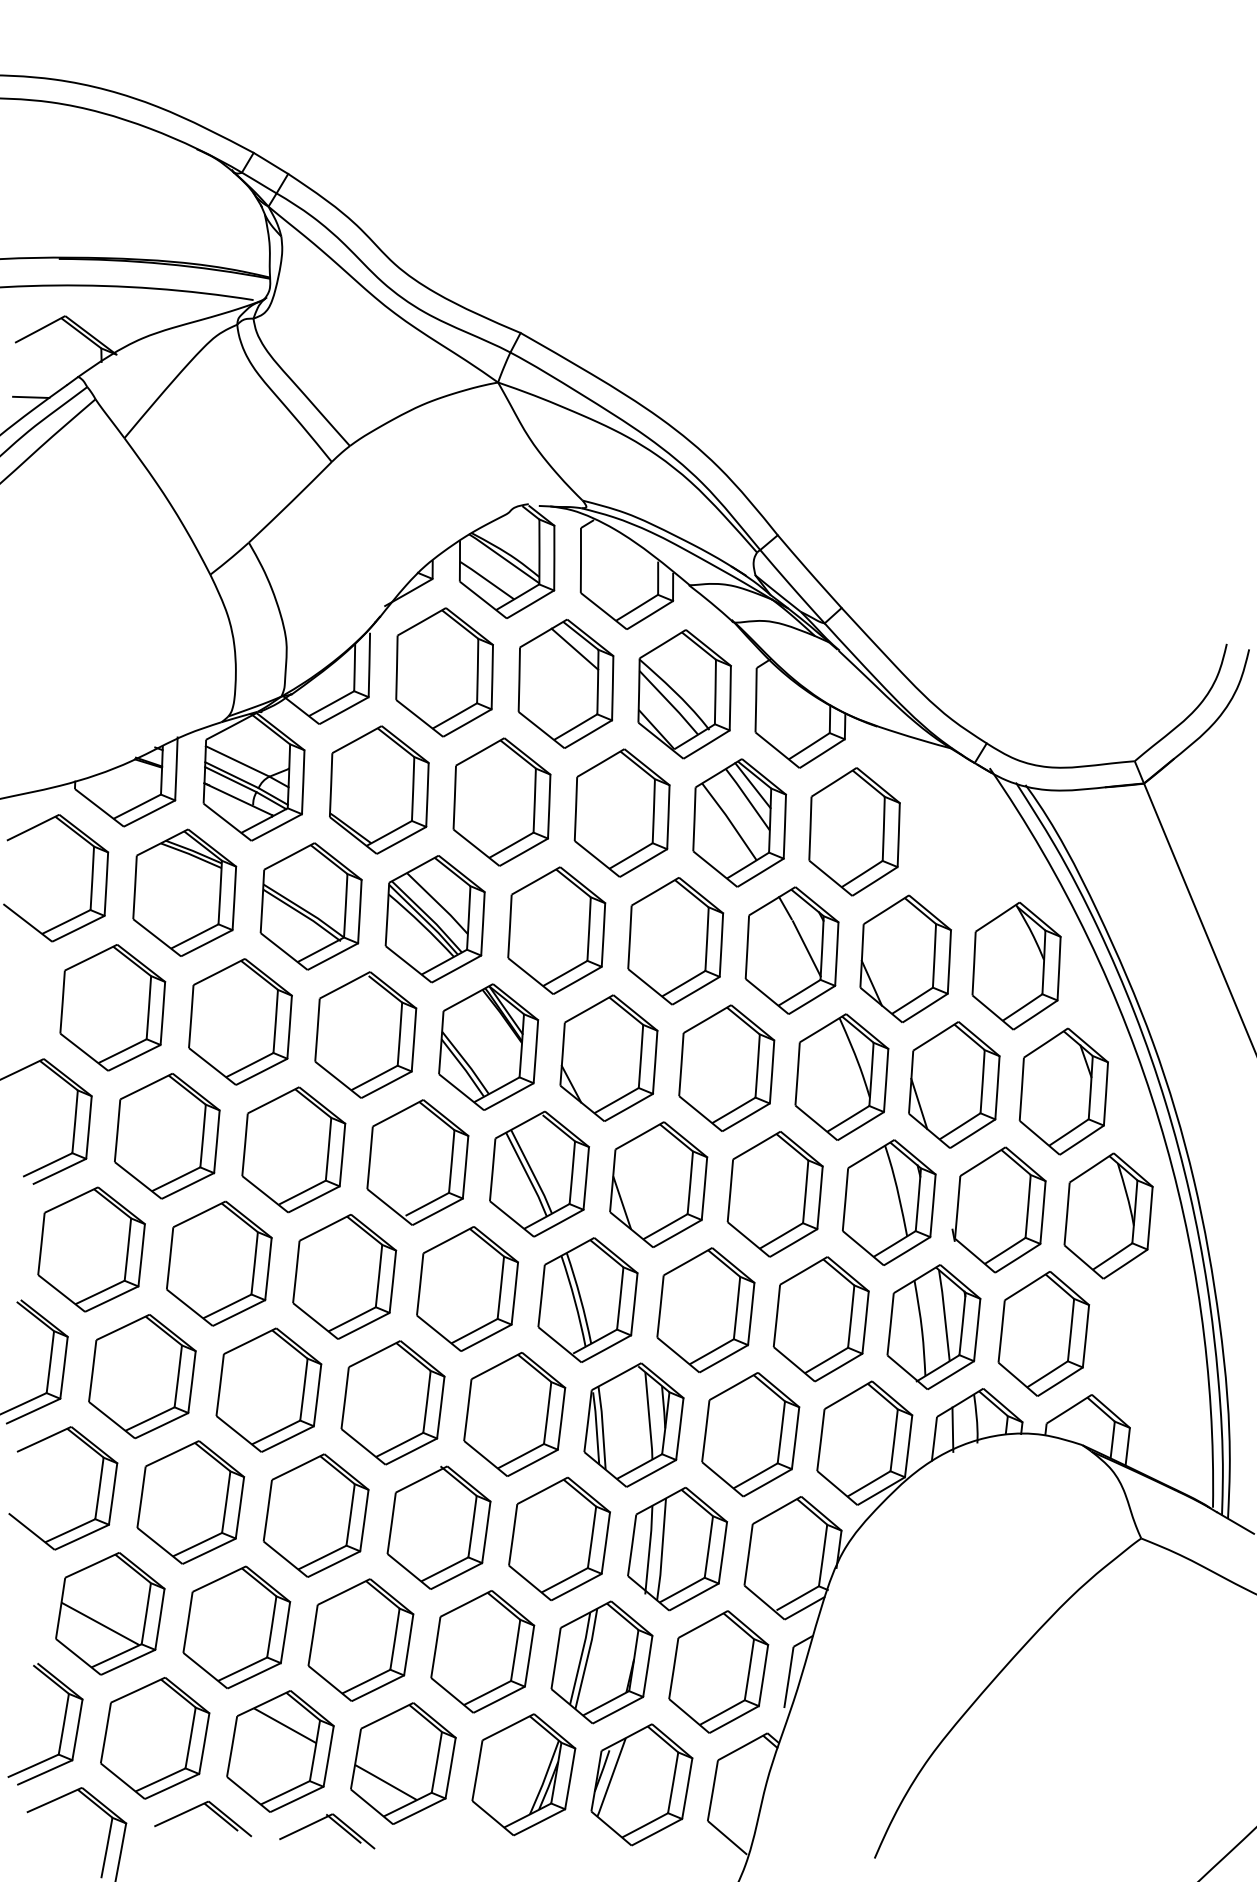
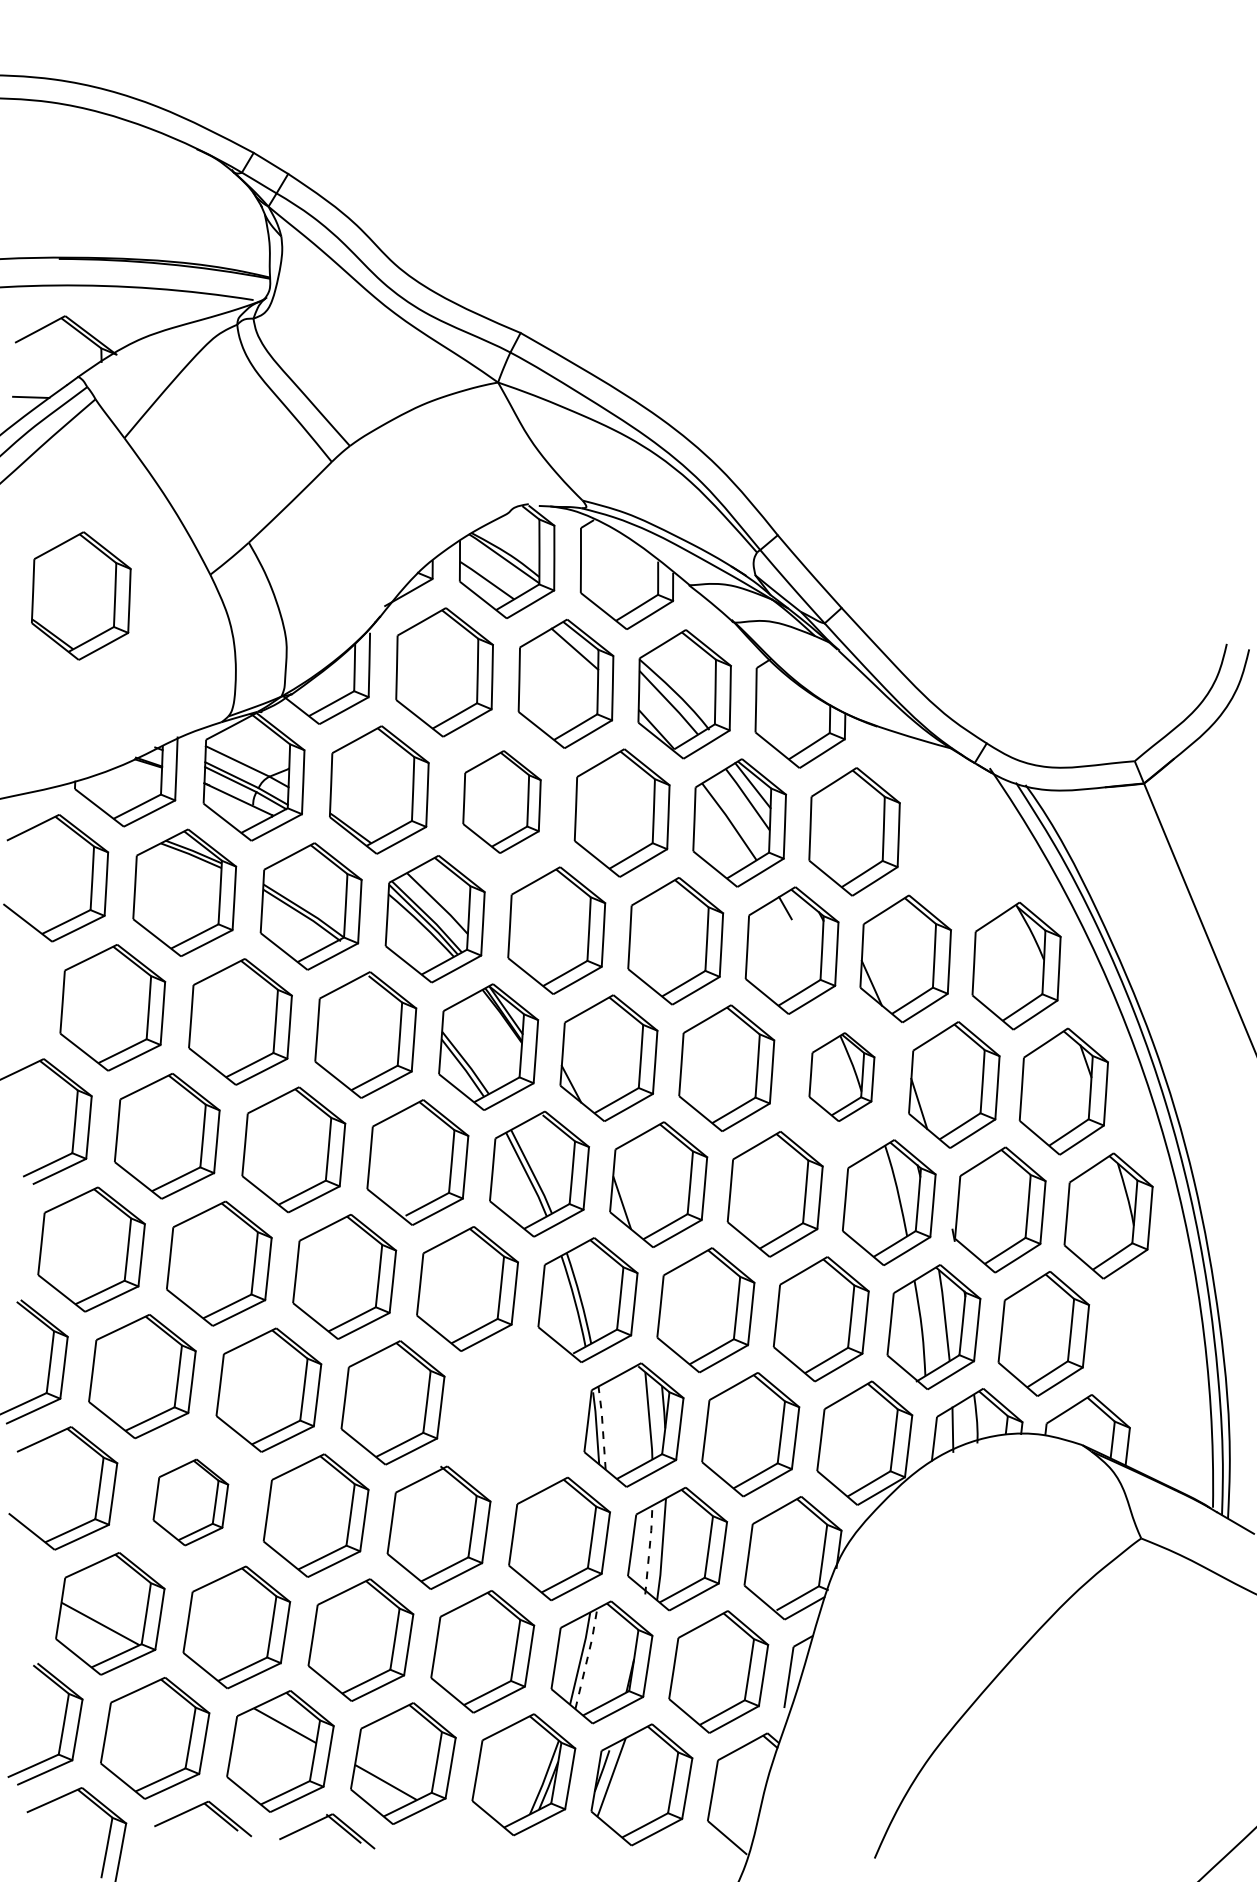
part at (81, 595): none -> present
part at (501, 801) size: 100x130 px -> 80x104 px
line at (806, 948): present -> none
part at (841, 1076) size: 96x128 px -> 68x90 px
part at (514, 1414): present -> none
line at (602, 1427): solid -> dashed
part at (190, 1502) size: 110x125 px -> 78x89 px
line at (649, 1549): solid -> dashed
line at (587, 1657): solid -> dashed
